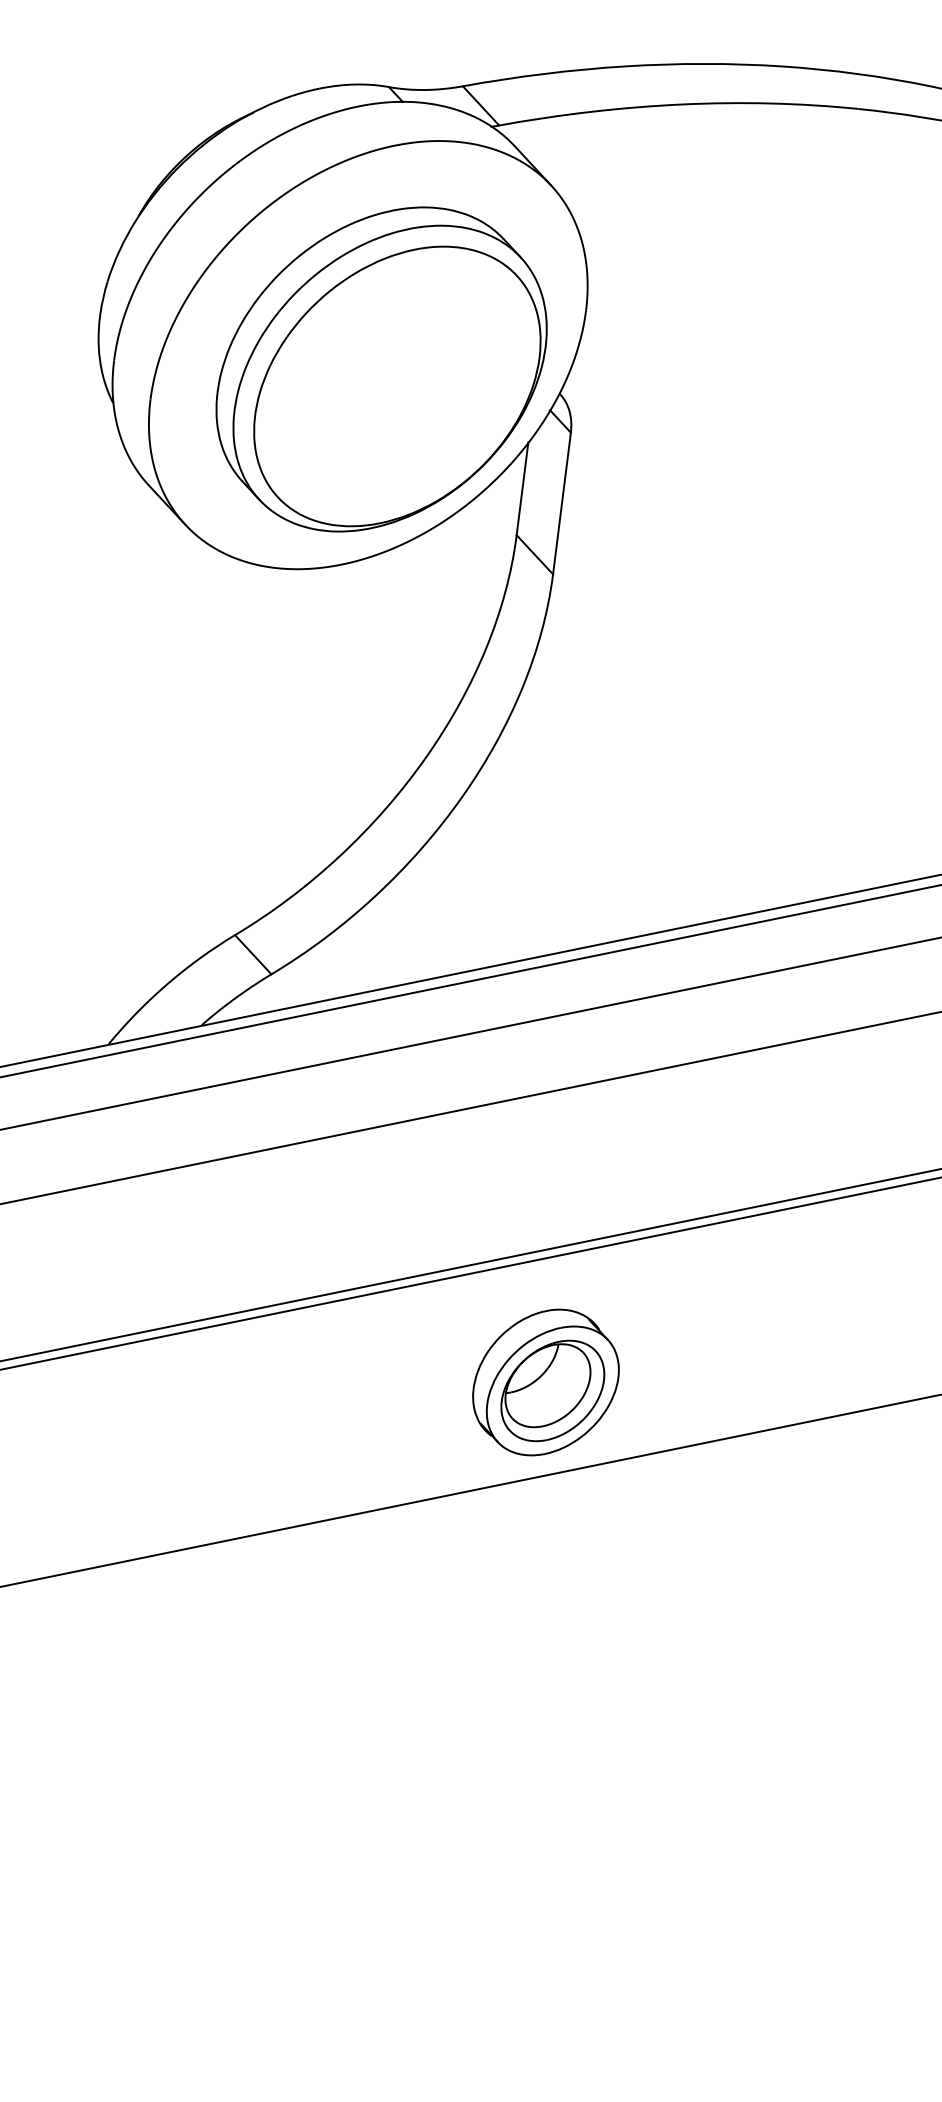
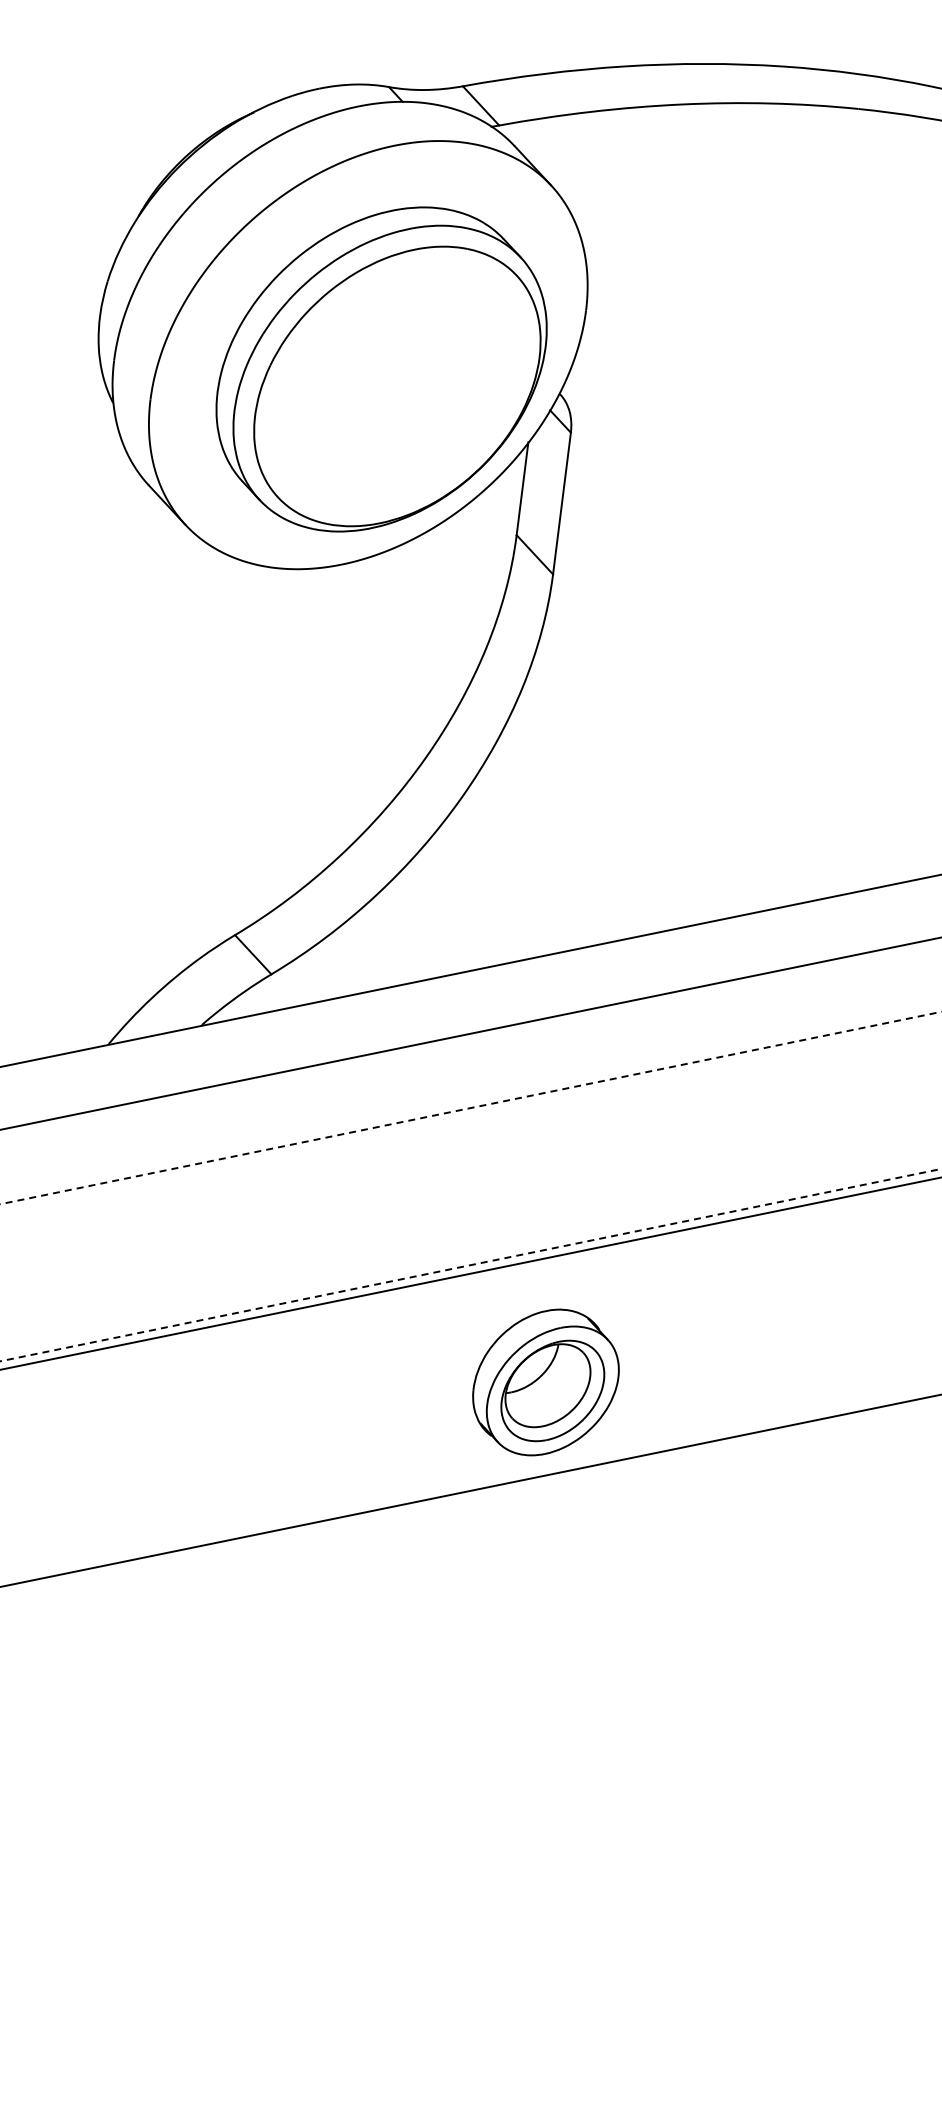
line at (470, 980): present -> none
line at (470, 1108): solid -> dashed
line at (470, 1265): solid -> dashed
